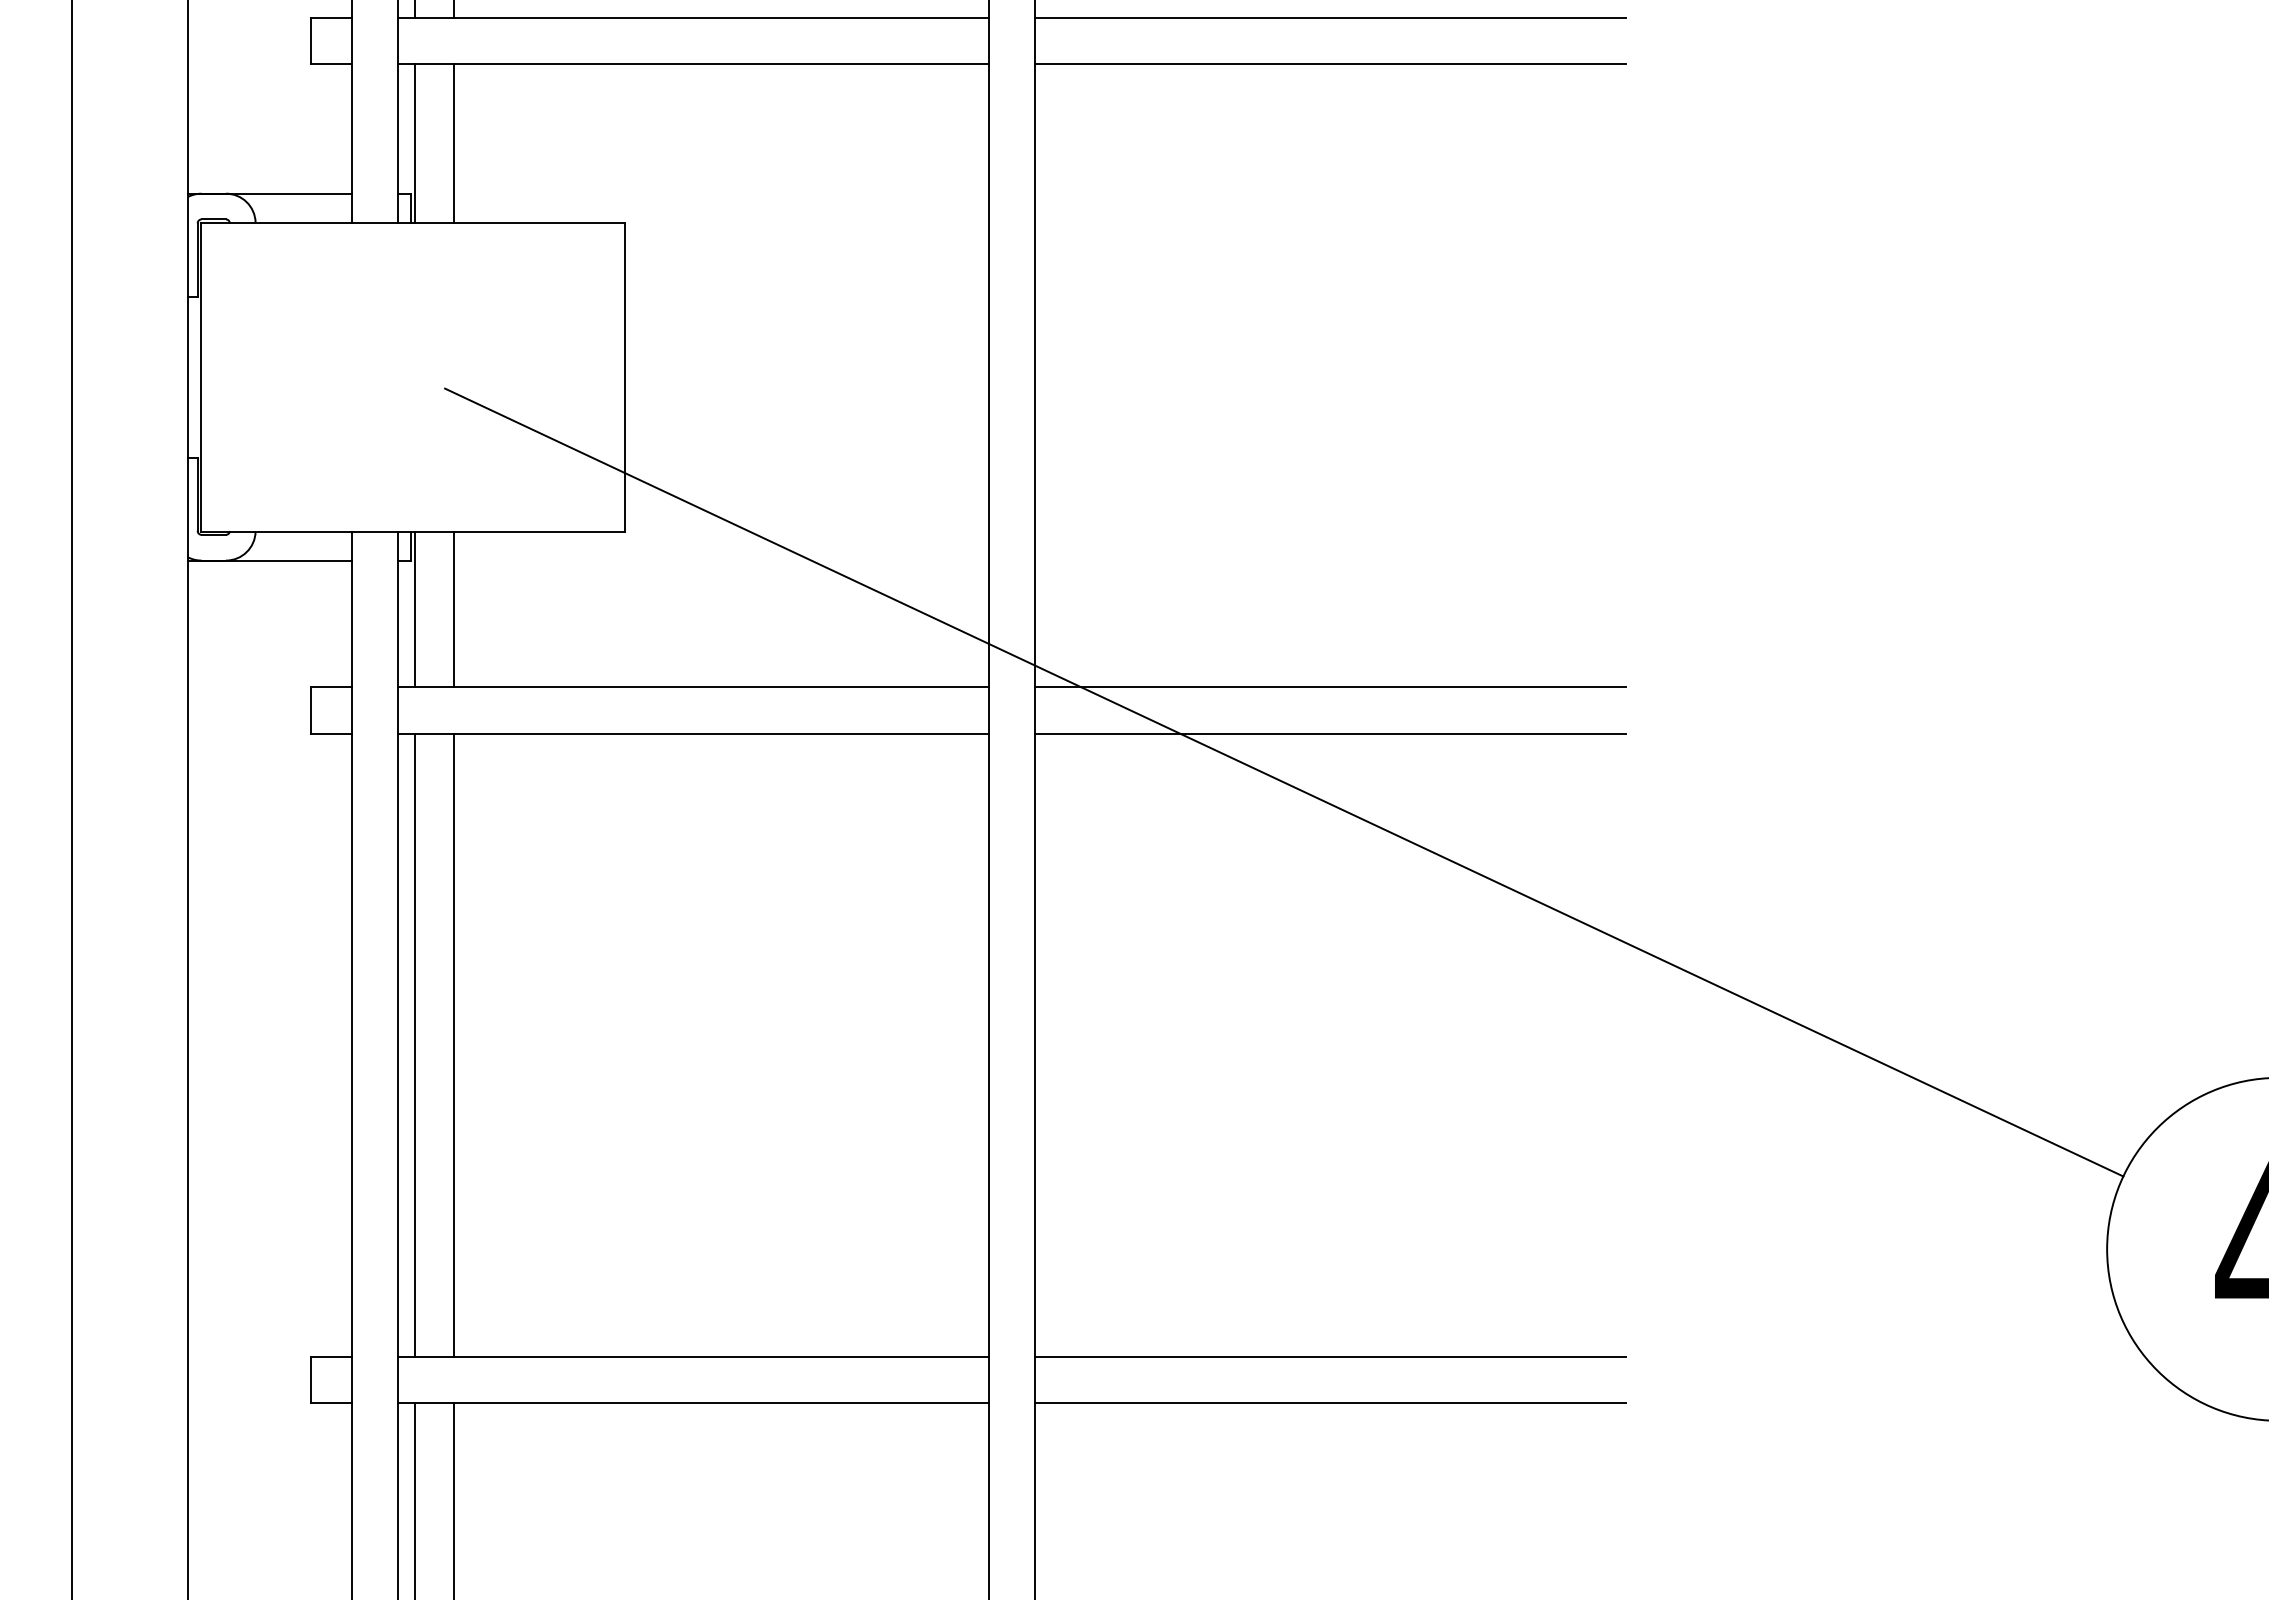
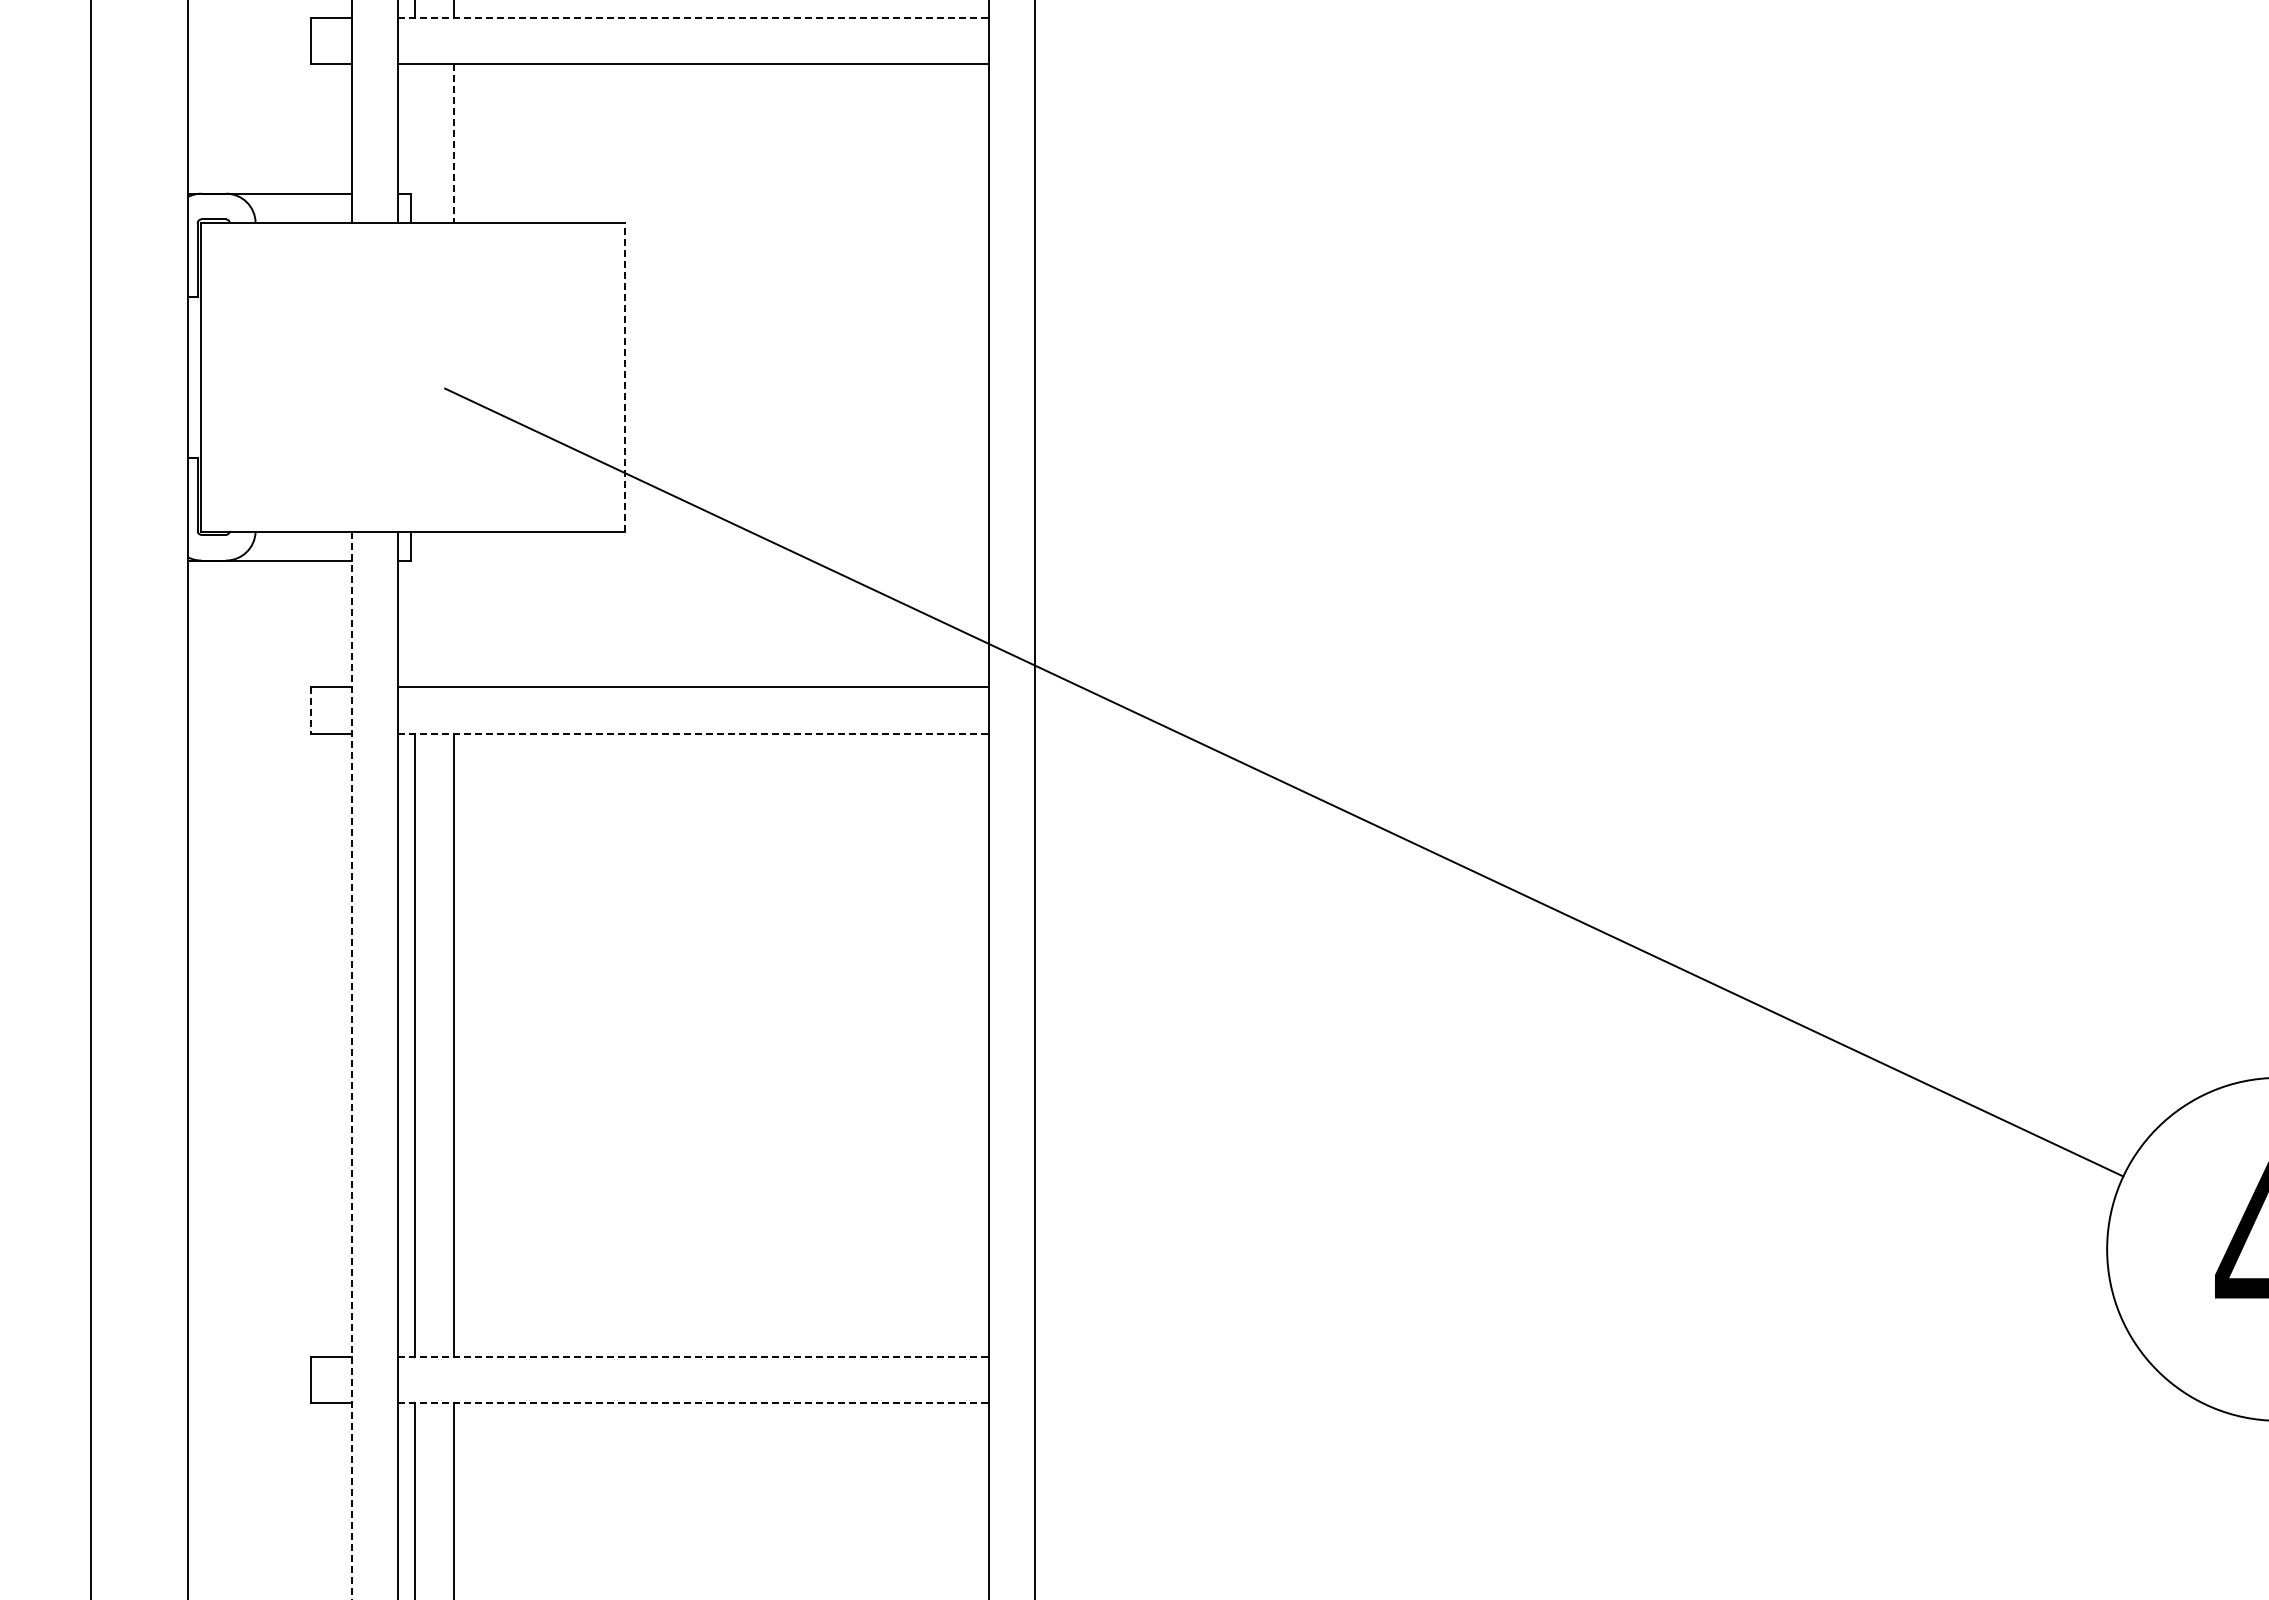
line at (694, 17): solid -> dashed
line at (1330, 17): present -> none
line at (1330, 64): present -> none
line at (414, 143): present -> none
line at (453, 143): solid -> dashed
line at (625, 376): solid -> dashed
line at (414, 609): present -> none
line at (453, 609): present -> none
line at (1330, 687): present -> none
line at (310, 711): solid -> dashed
line at (694, 733): solid -> dashed
line at (1330, 733): present -> none
line at (72, 799) position: (72, 799) -> (91, 799)
line at (351, 1065): solid -> dashed
line at (694, 1356): solid -> dashed
line at (1330, 1356): present -> none
line at (694, 1403): solid -> dashed
line at (1330, 1403): present -> none
